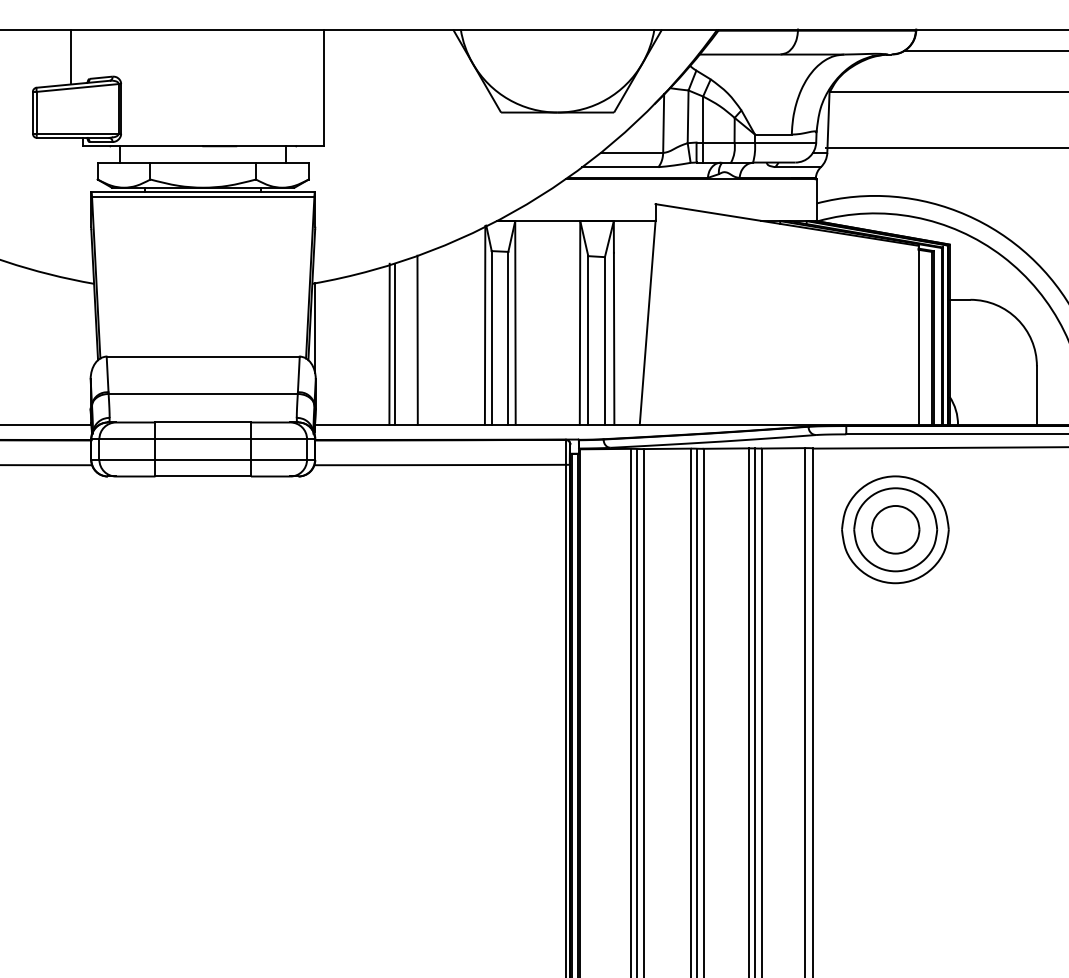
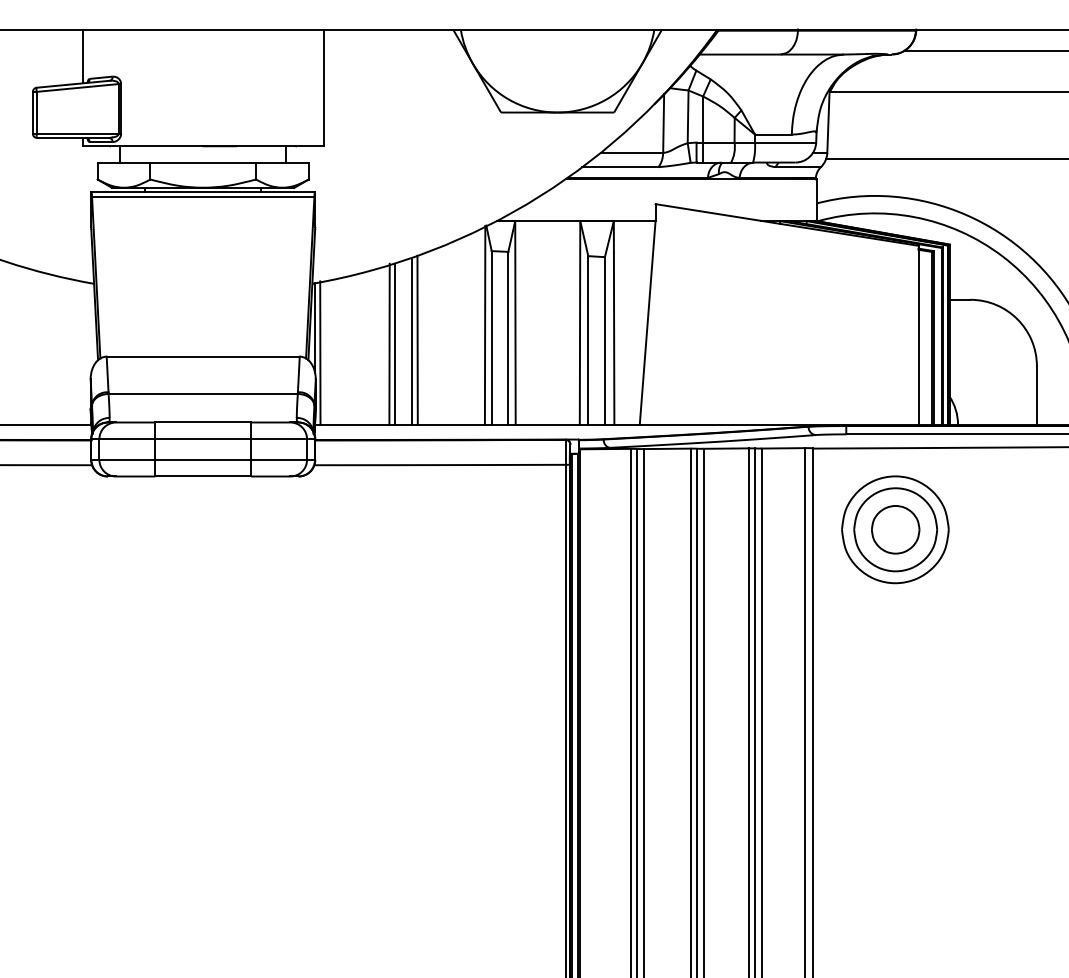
line at (70, 56) position: (70, 56) -> (82, 56)
line at (945, 147) position: (945, 147) -> (945, 158)
line at (411, 340): none -> present
line at (320, 352): none -> present
